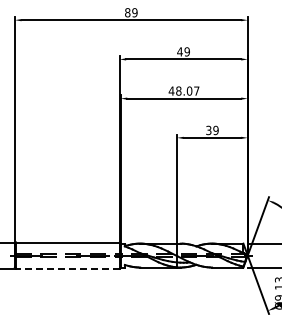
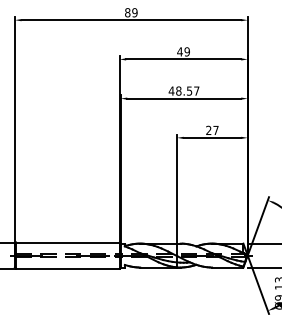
text at (189, 90): 48.07 -> 48.57
text at (212, 130): 39 -> 27
line at (67, 268): dashed -> solid
